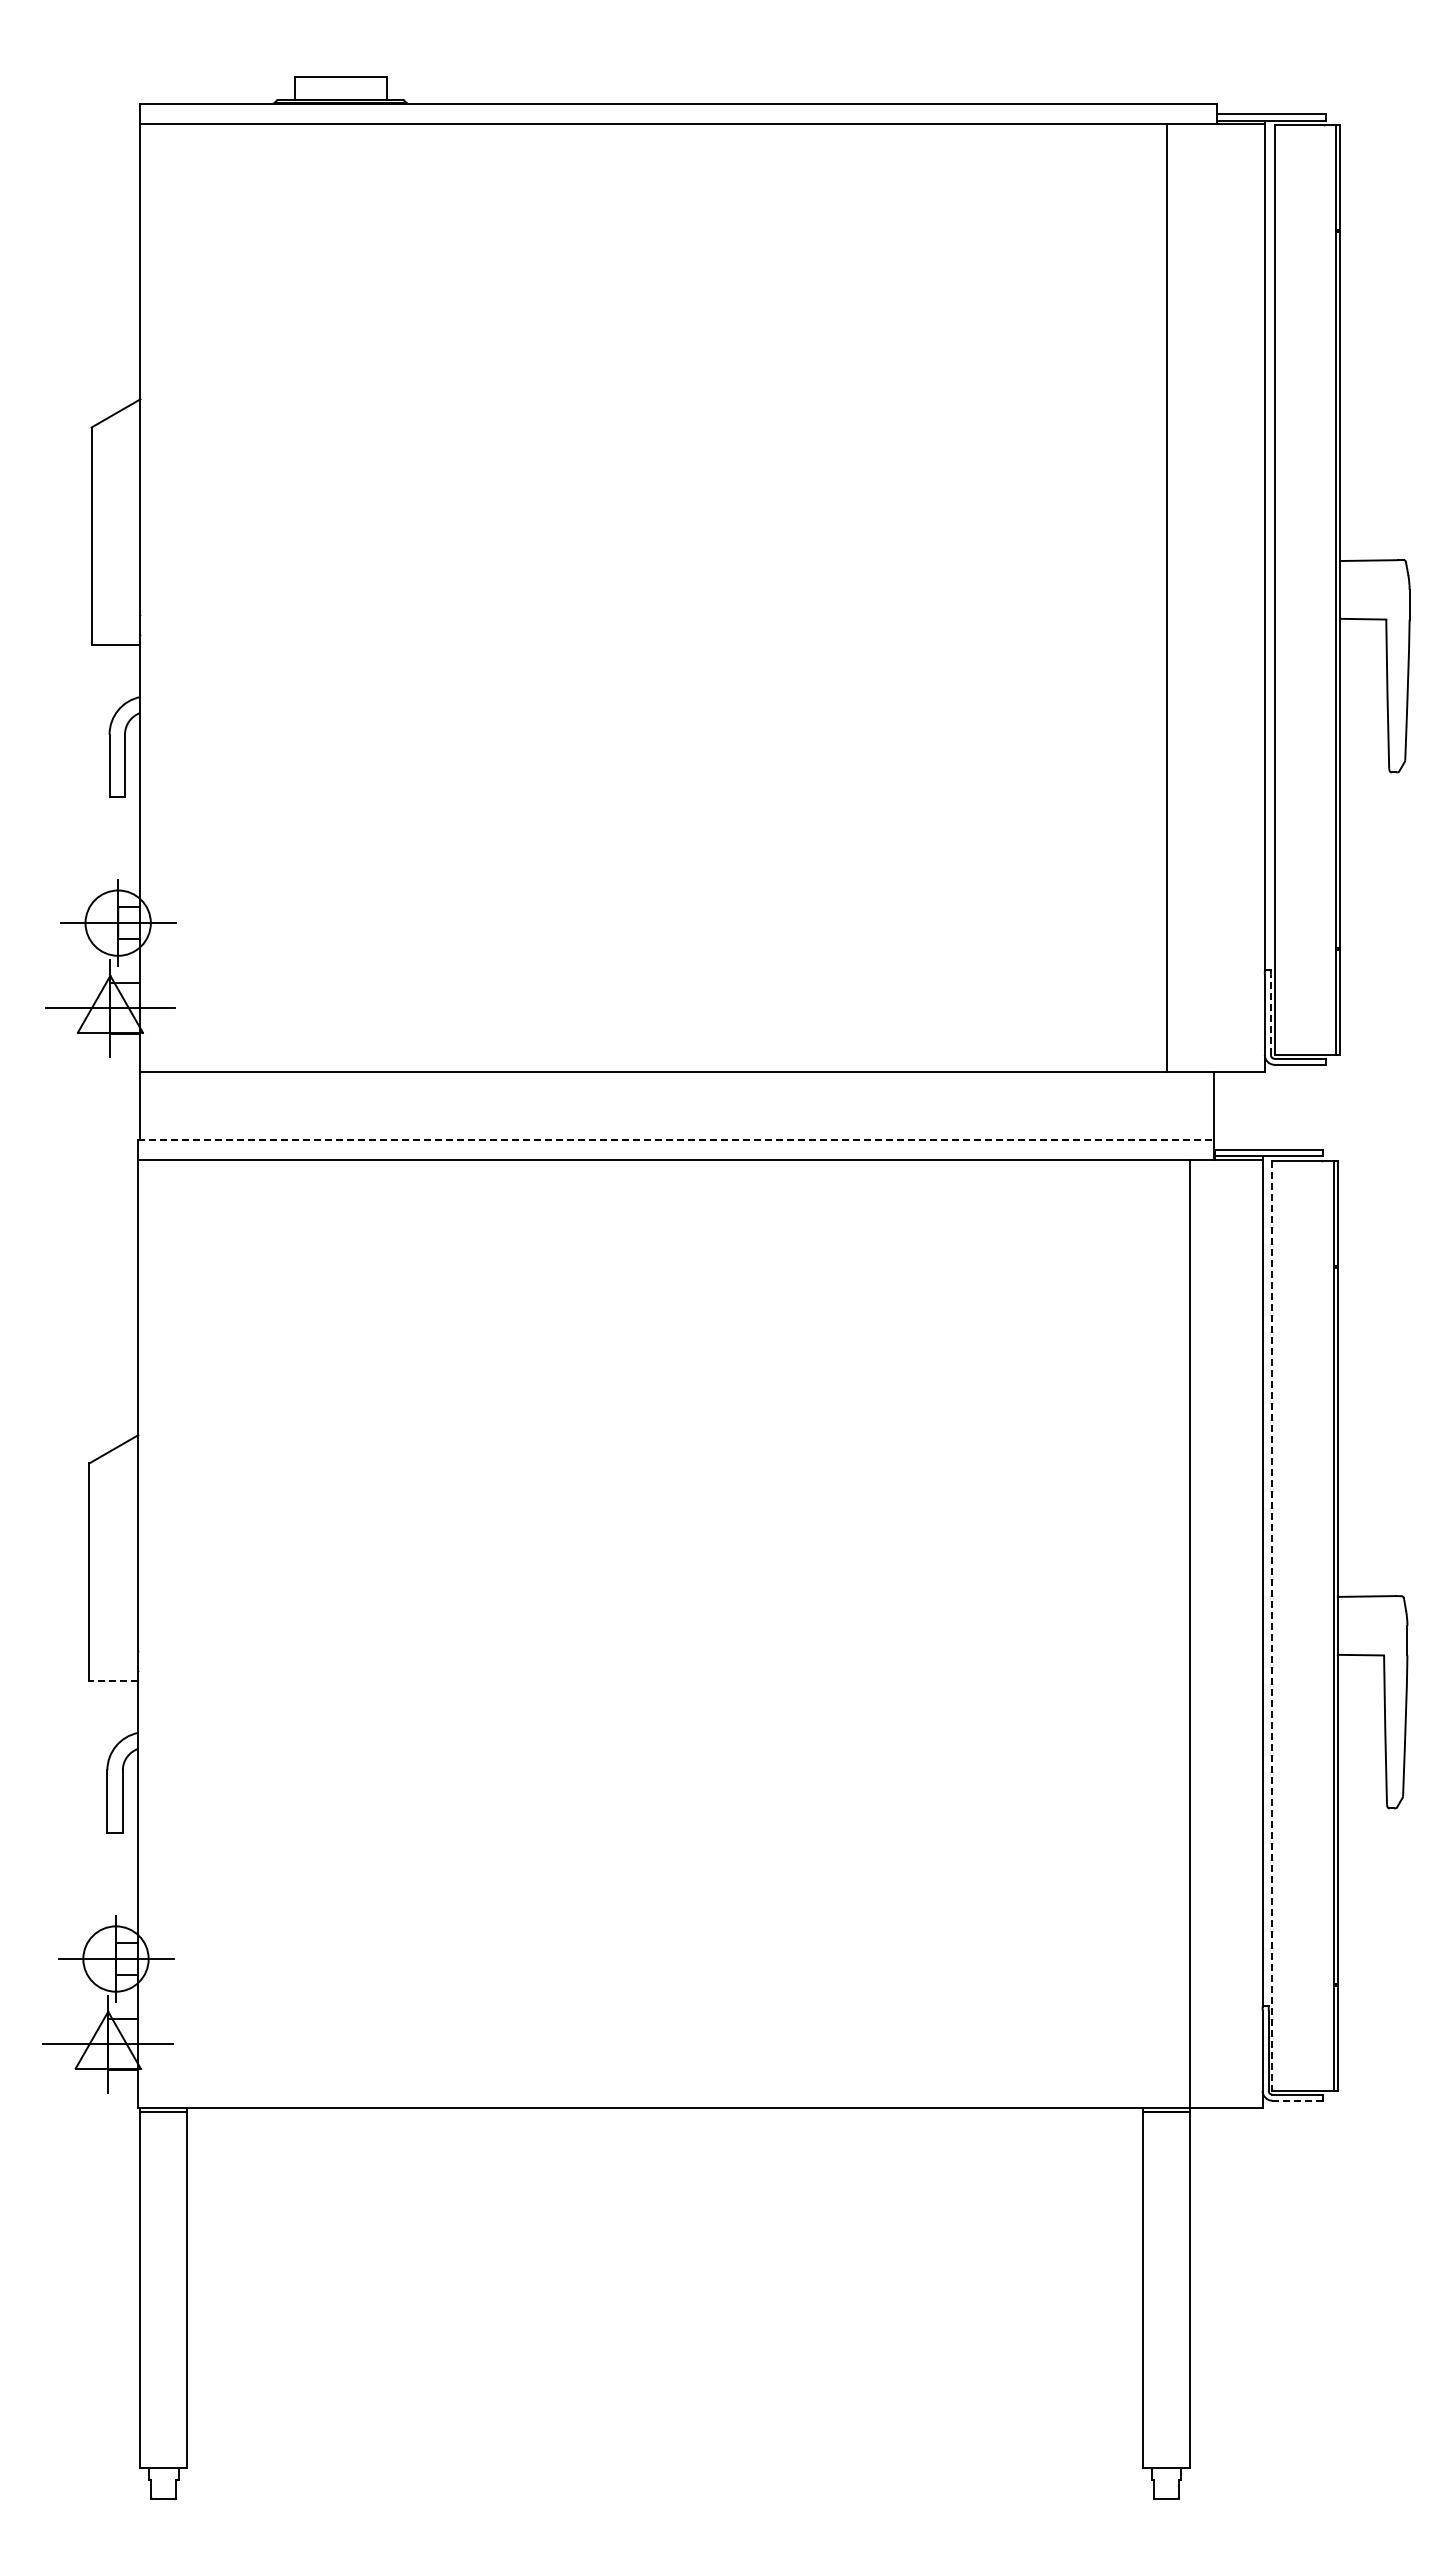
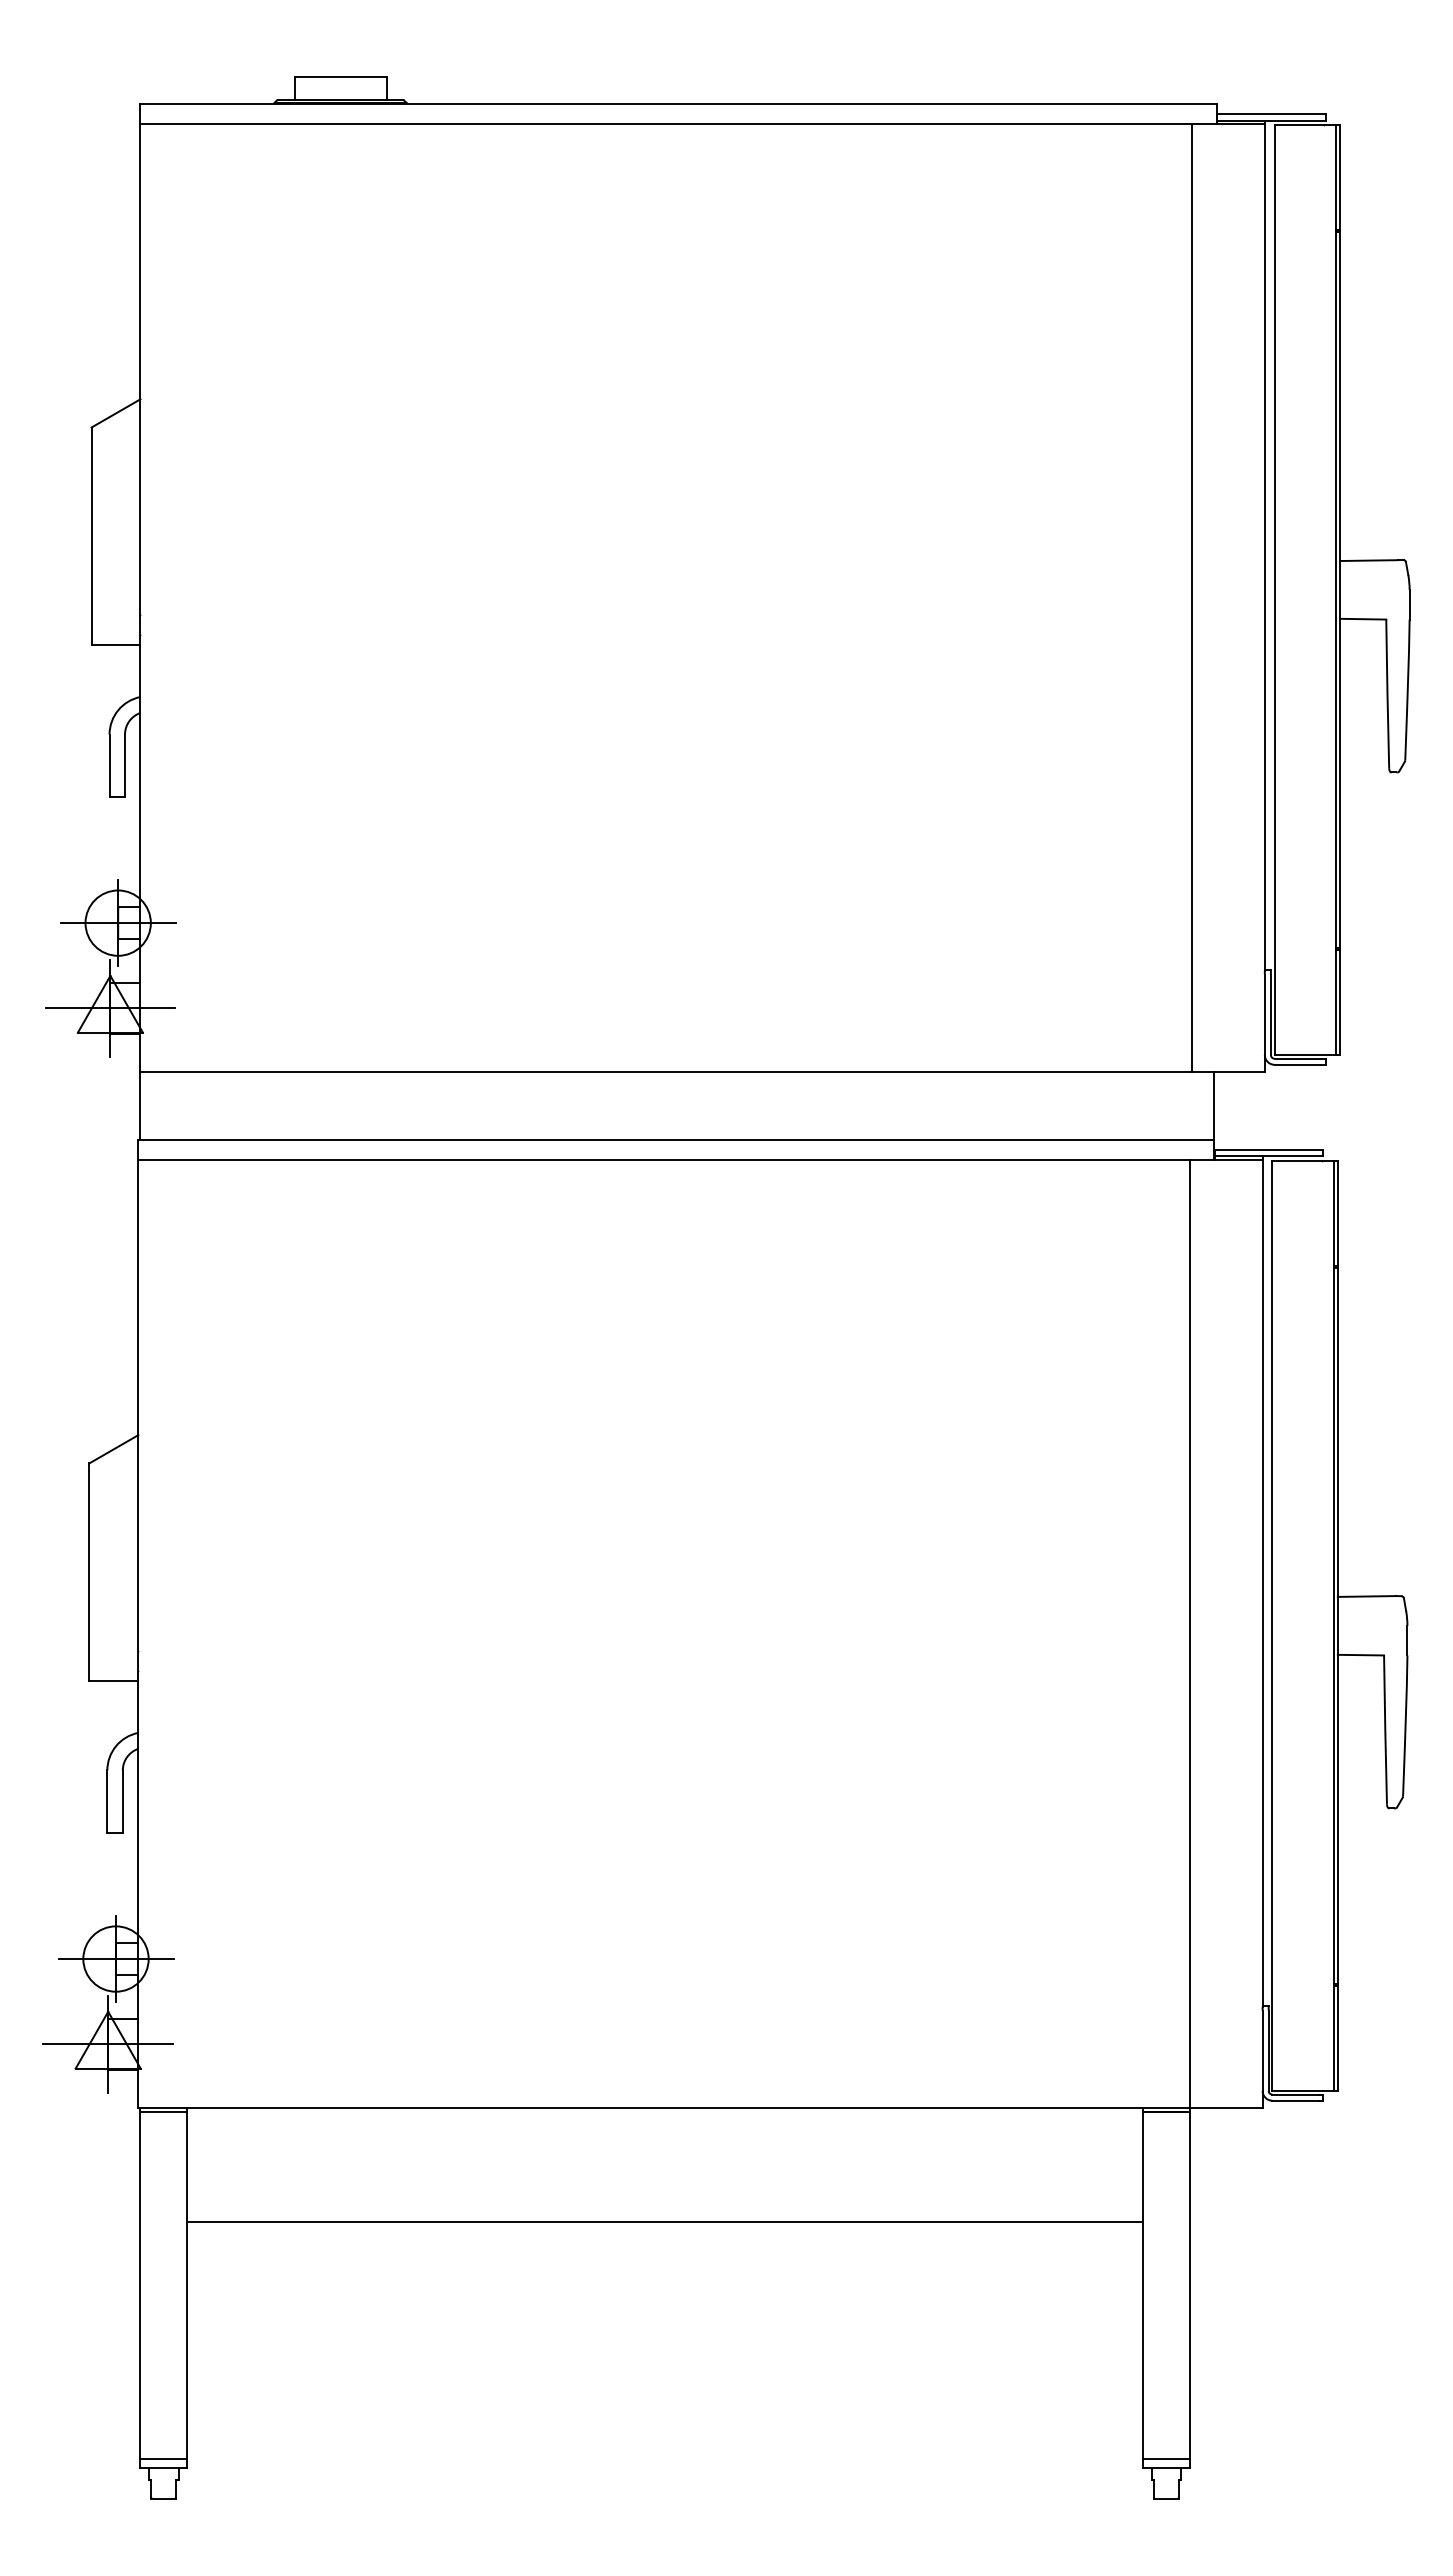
line at (1166, 598) position: (1166, 598) -> (1191, 598)
line at (1270, 1014): dashed -> solid
line at (676, 1139): dashed -> solid
line at (1272, 1626): dashed -> solid
line at (113, 1681): dashed -> solid
line at (1295, 2100): dashed -> solid
line at (664, 2221): none -> present
line at (163, 2458): none -> present
line at (1166, 2458): none -> present
